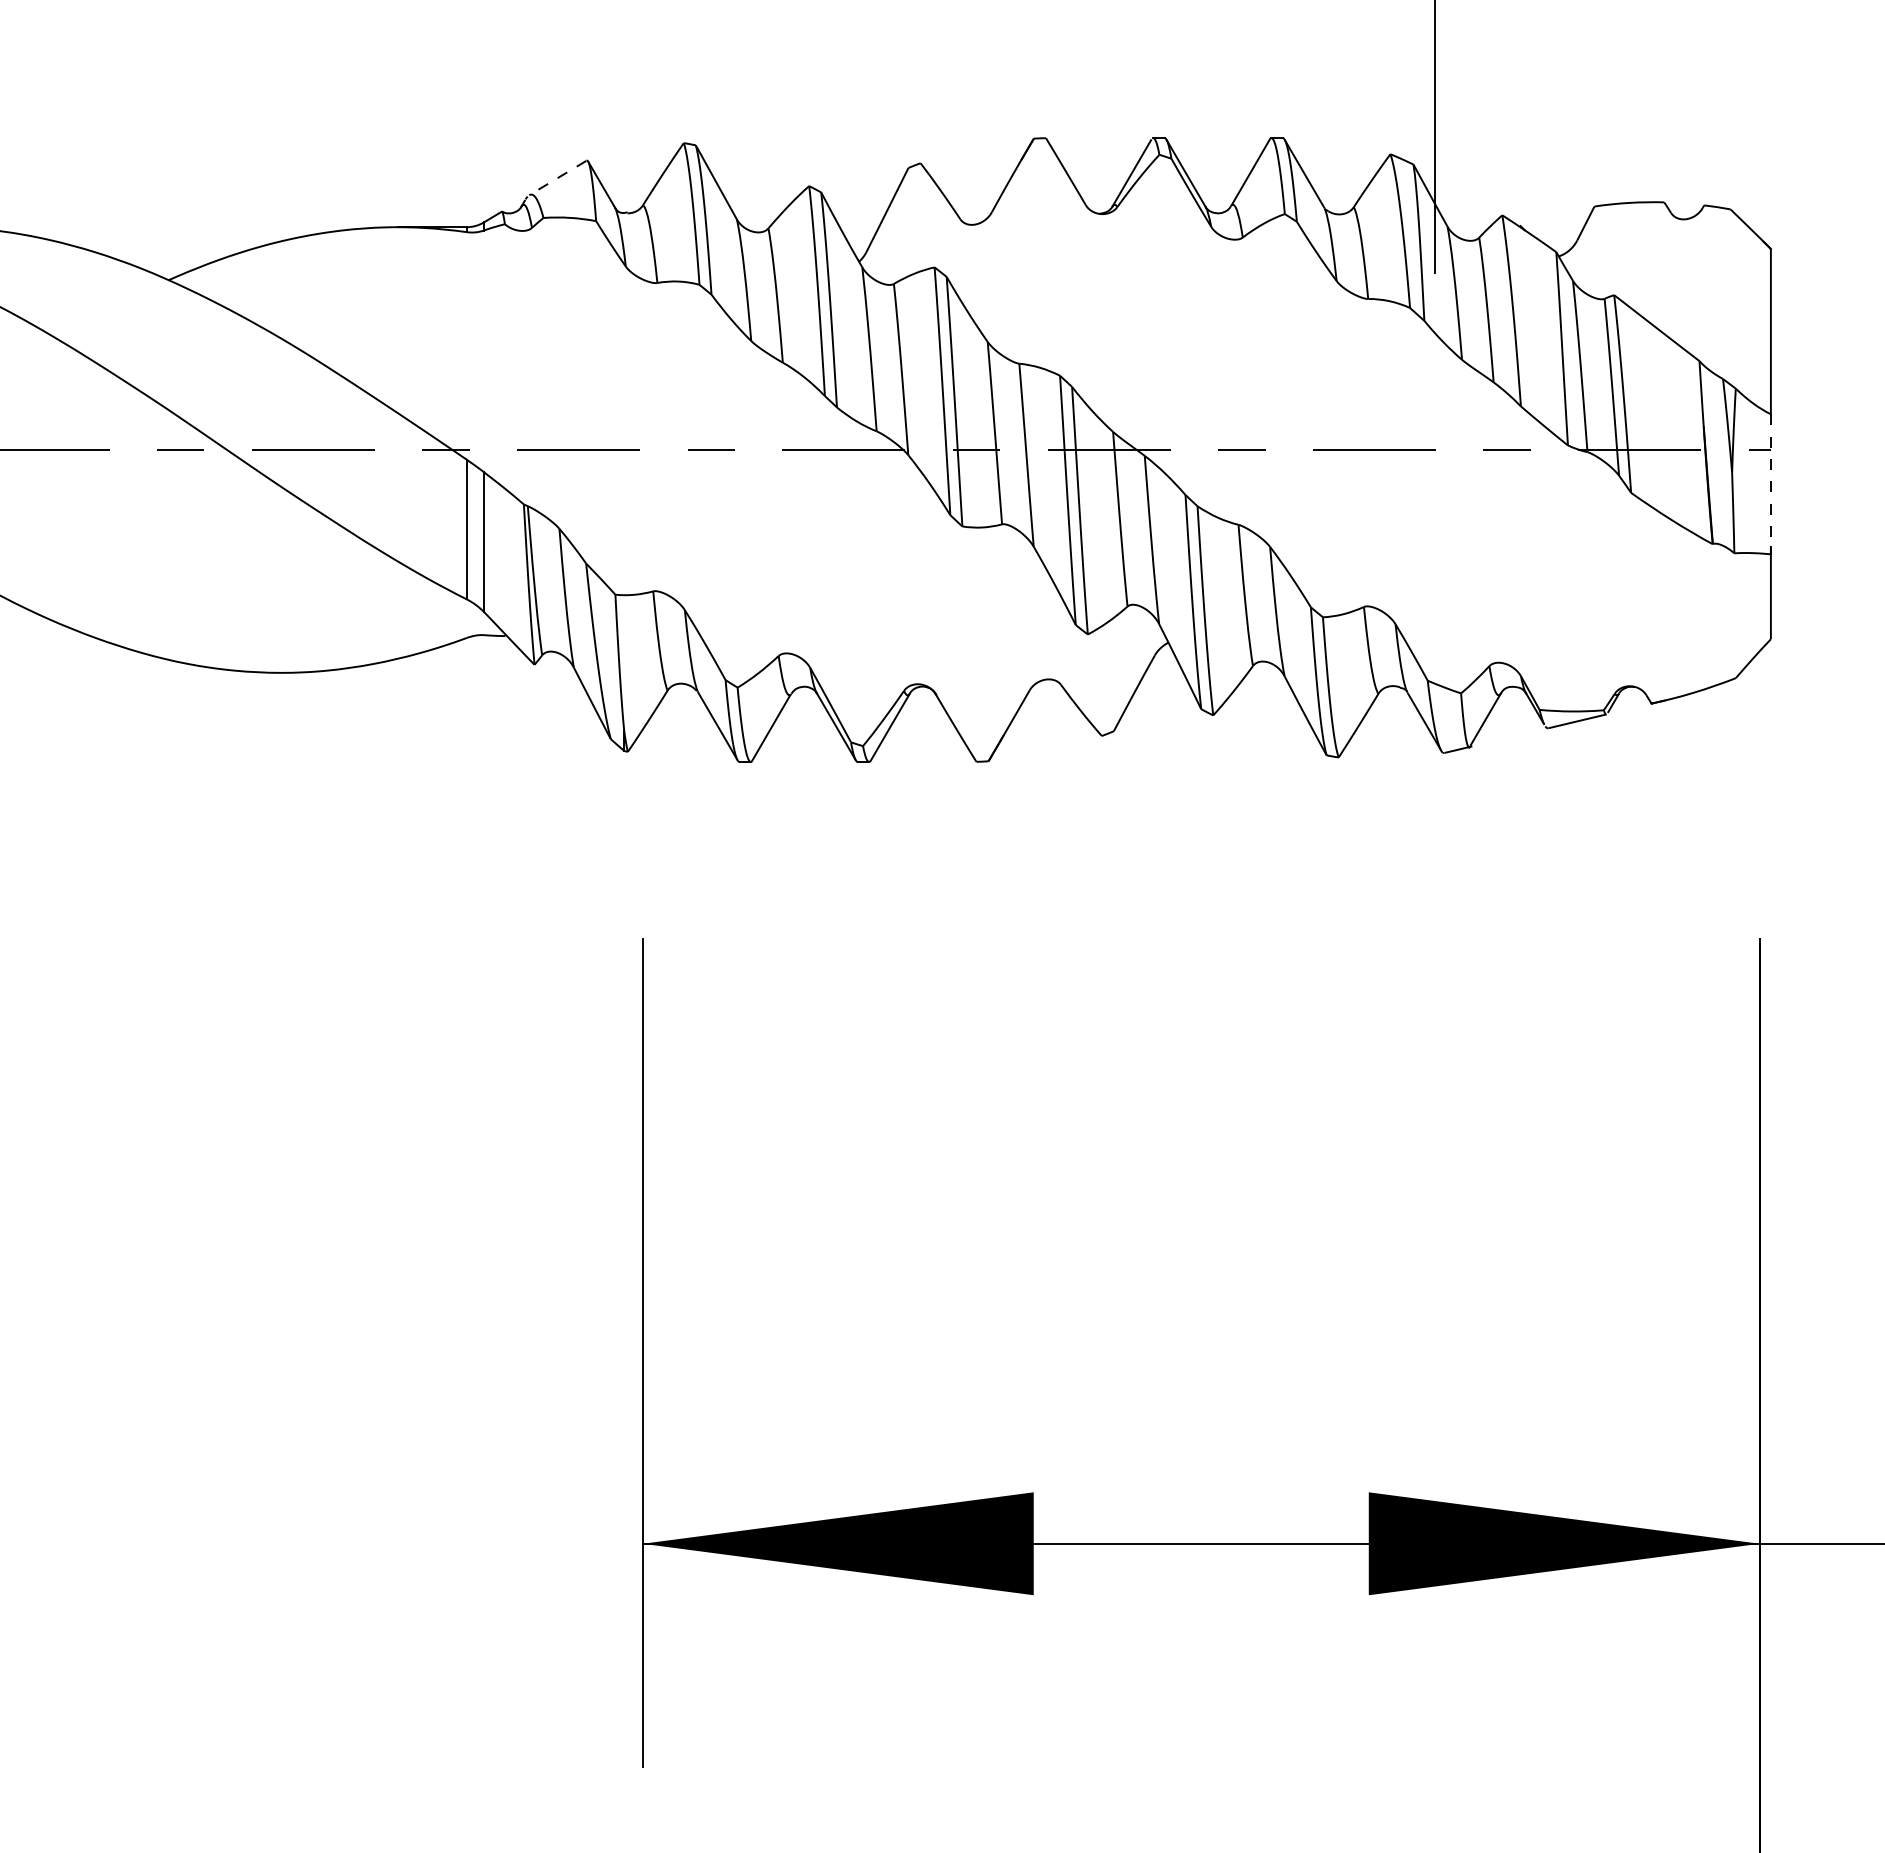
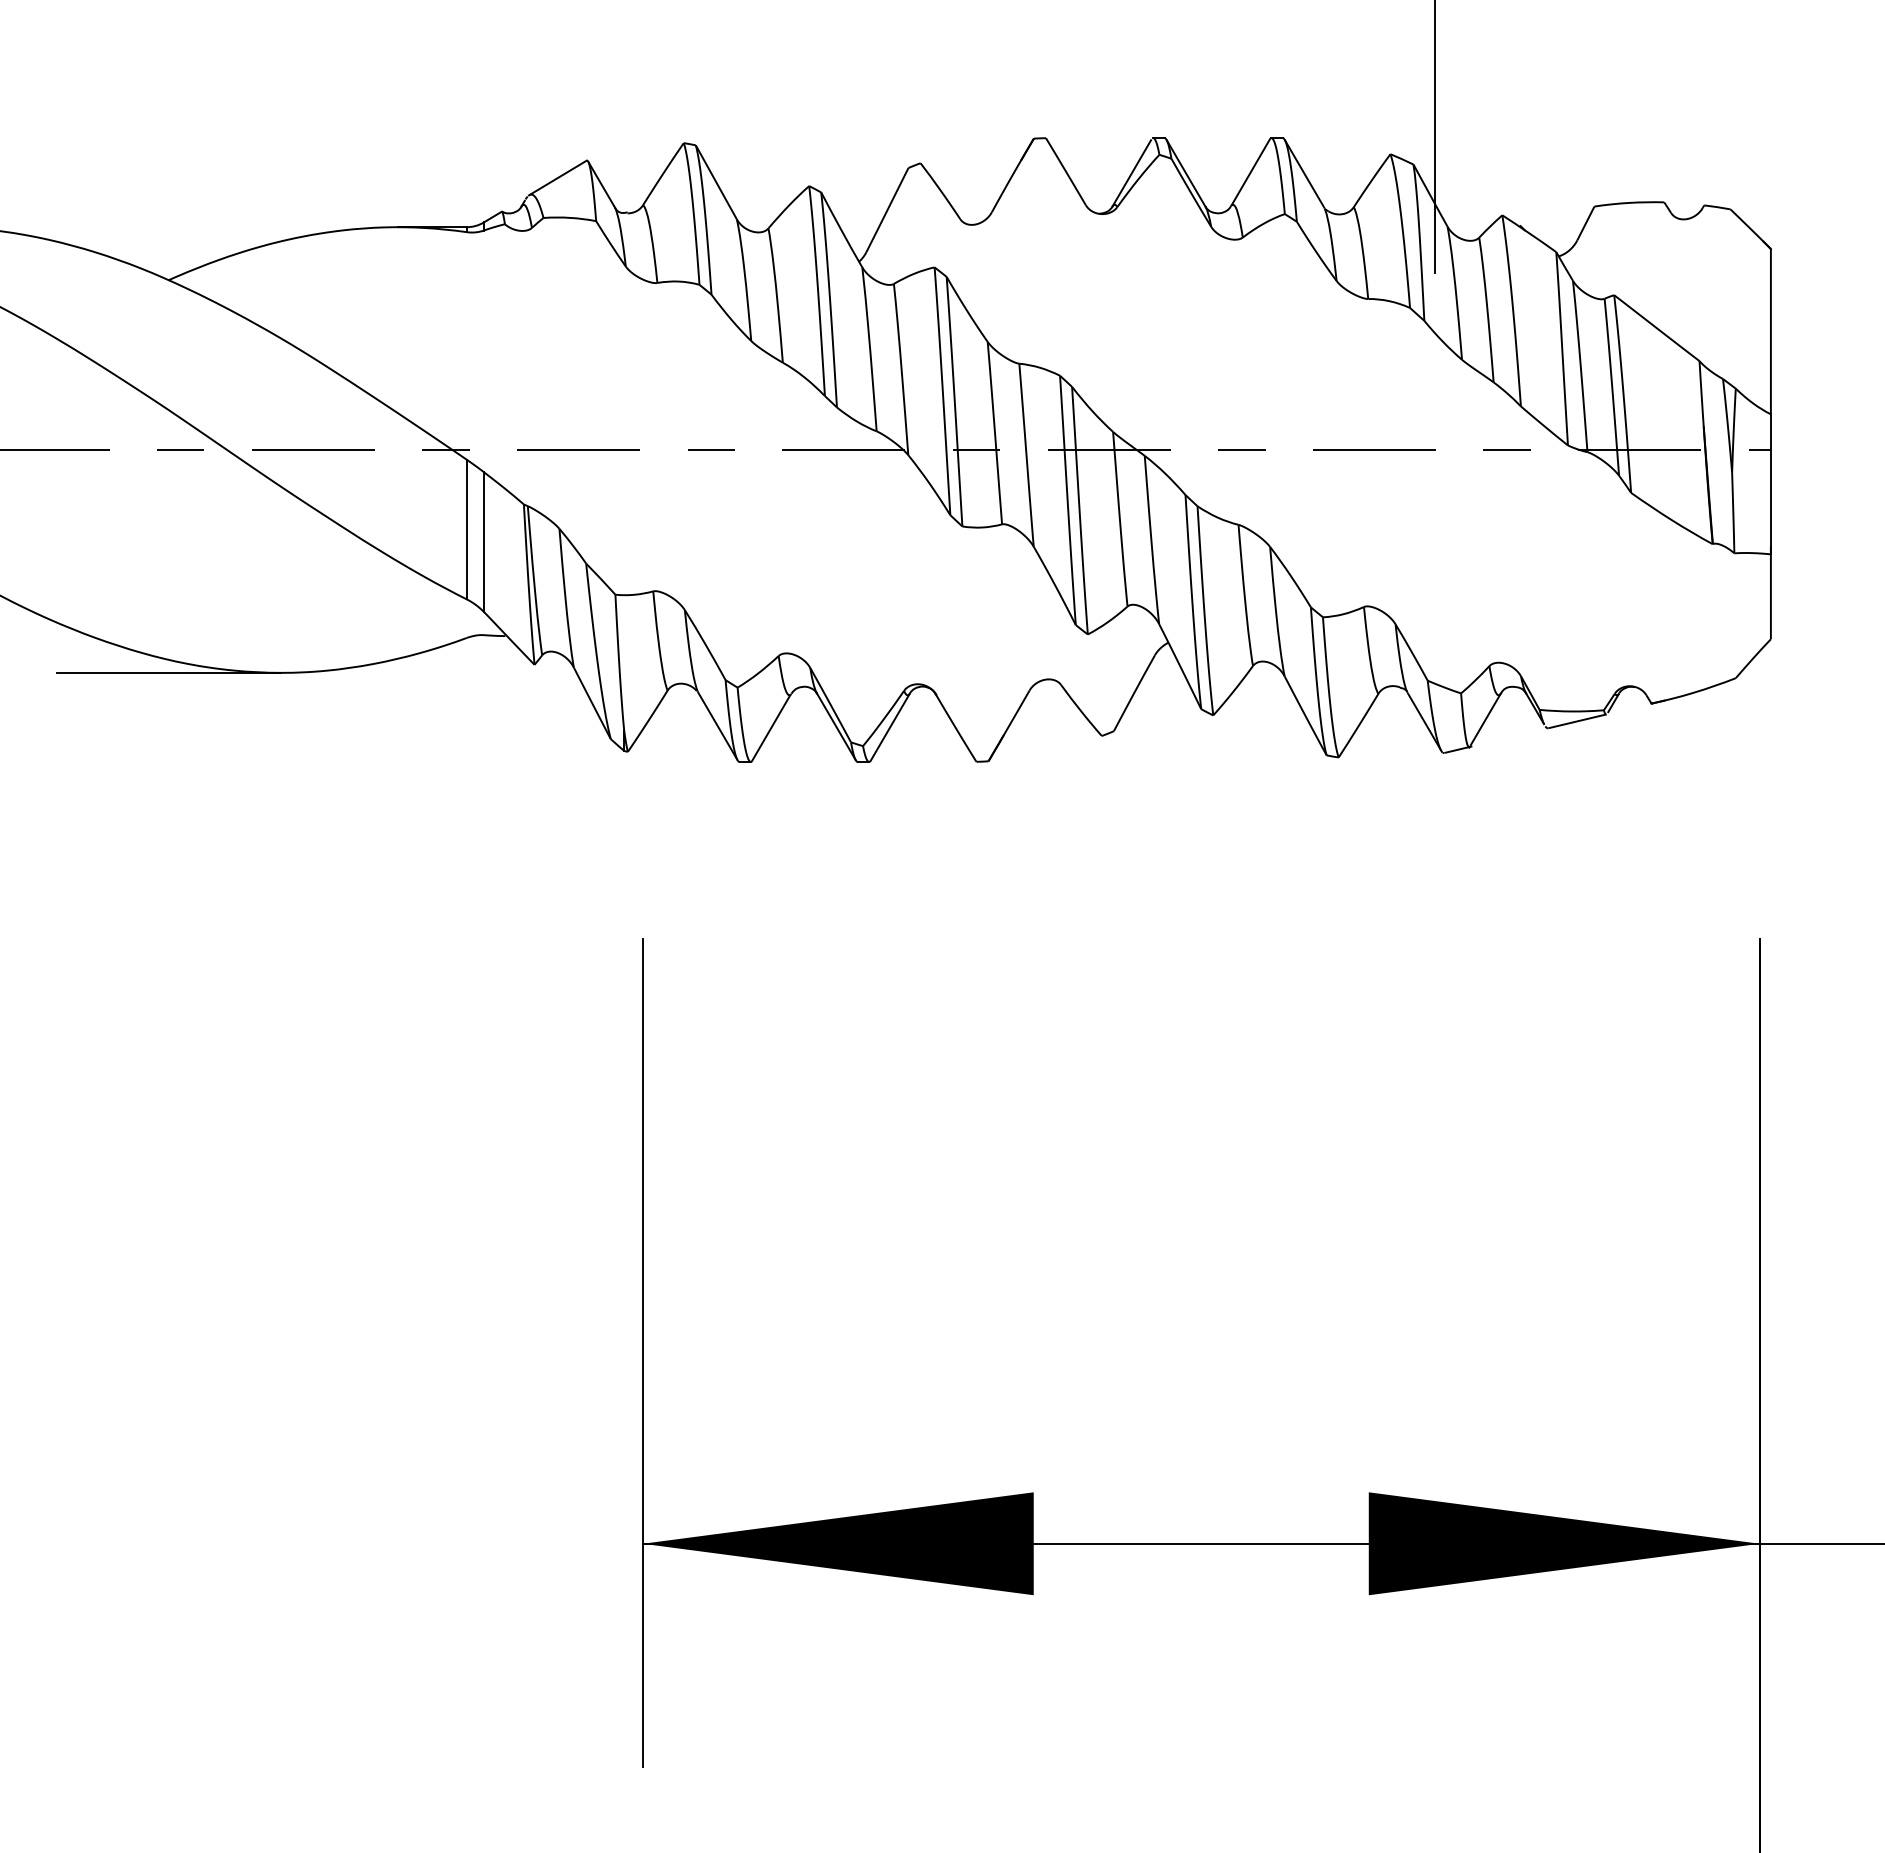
line at (557, 178): dashed -> solid
line at (1770, 484): dashed -> solid
line at (168, 672): none -> present
